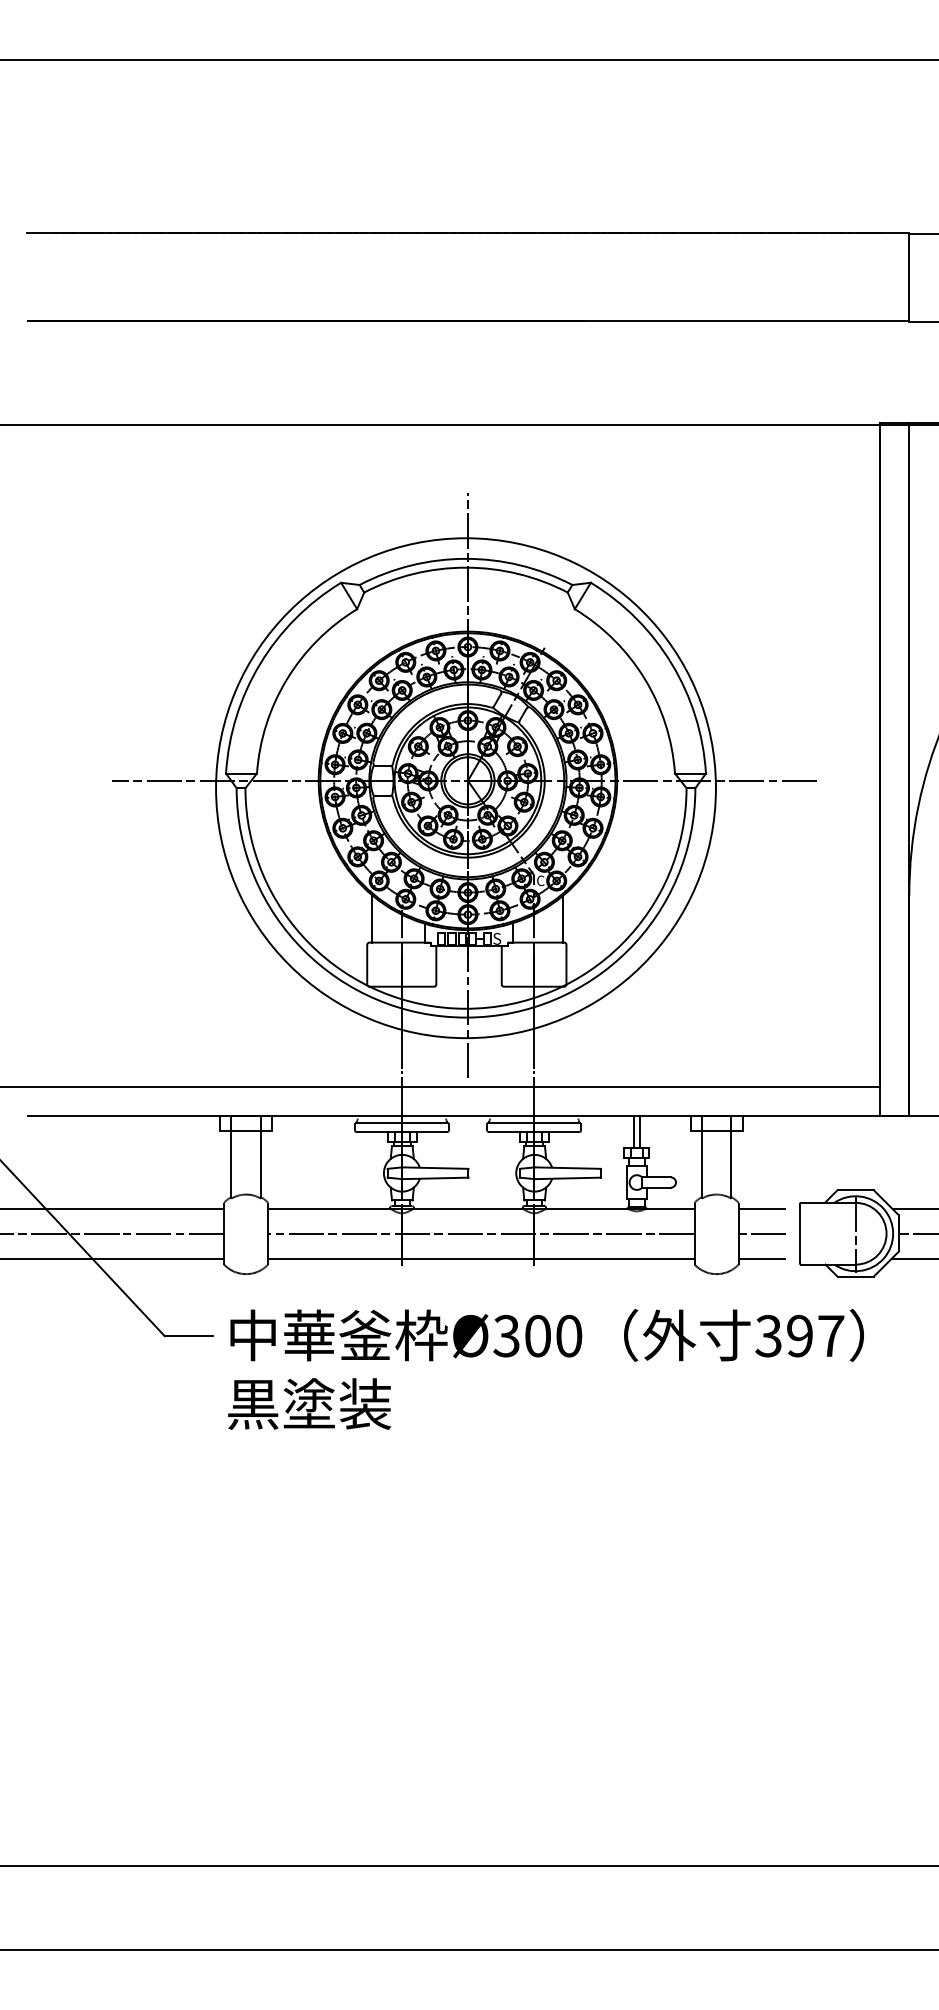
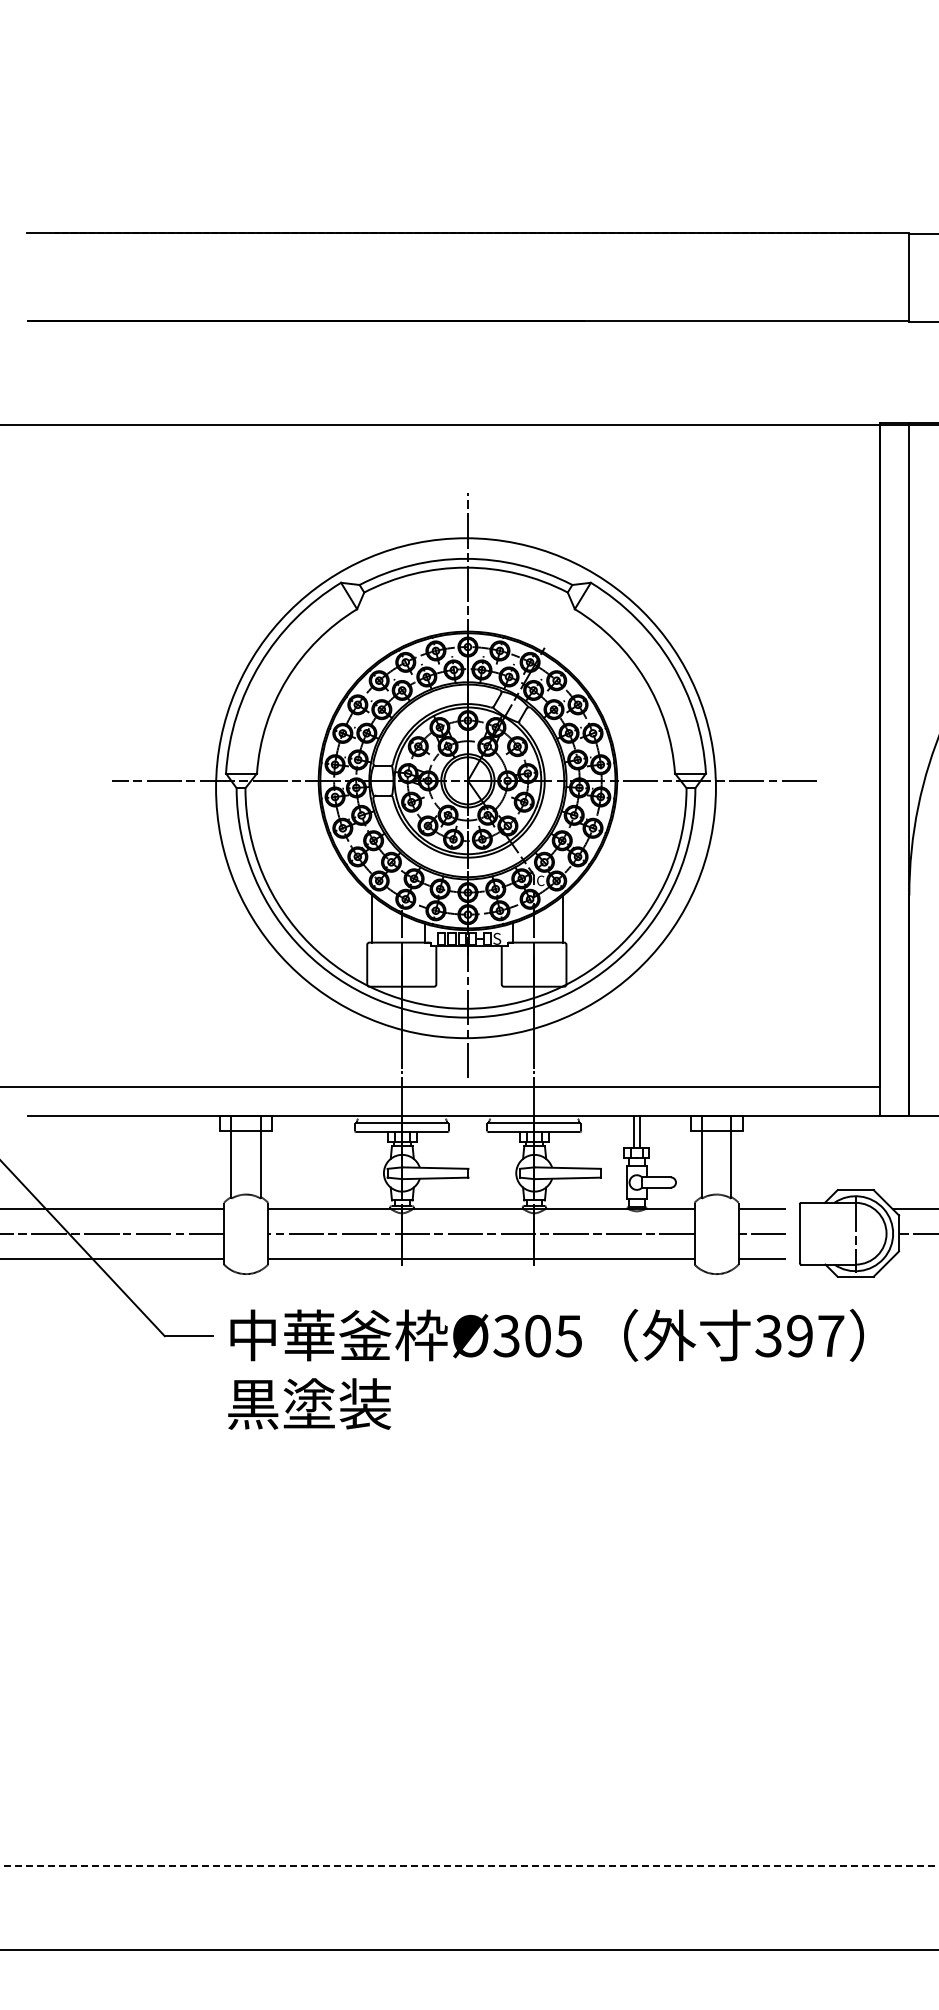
line at (468, 60): present -> none
line at (913, 1258): present -> none
text at (568, 1335): Ø300 -> Ø305
line at (469, 1865): solid -> dashed
